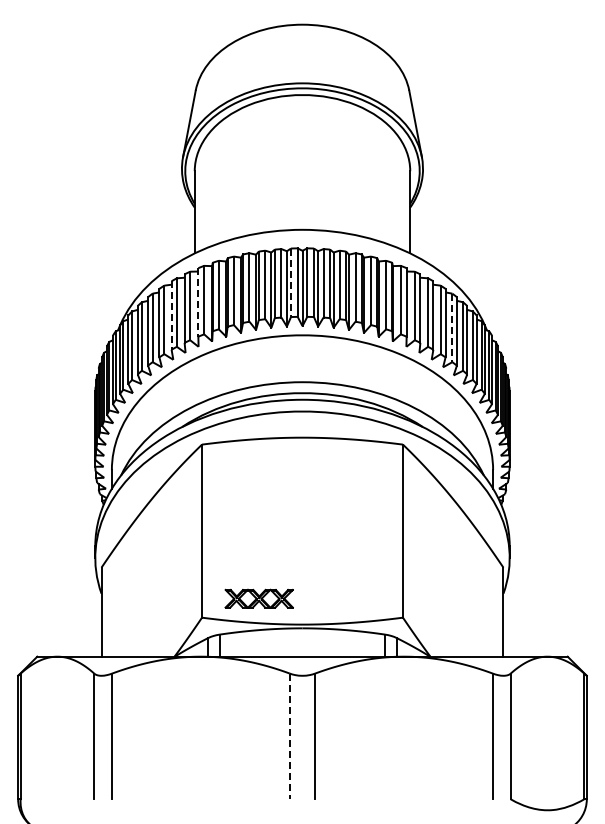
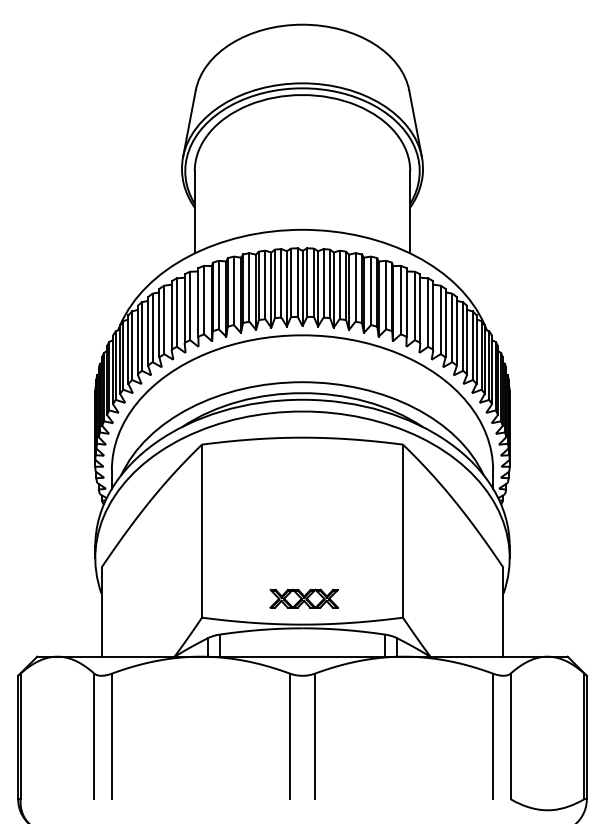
line at (291, 283): dashed -> solid
line at (198, 302): dashed -> solid
line at (171, 316): dashed -> solid
line at (452, 328): dashed -> solid
part at (258, 598) position: (258, 598) -> (303, 598)
line at (289, 736): dashed -> solid
